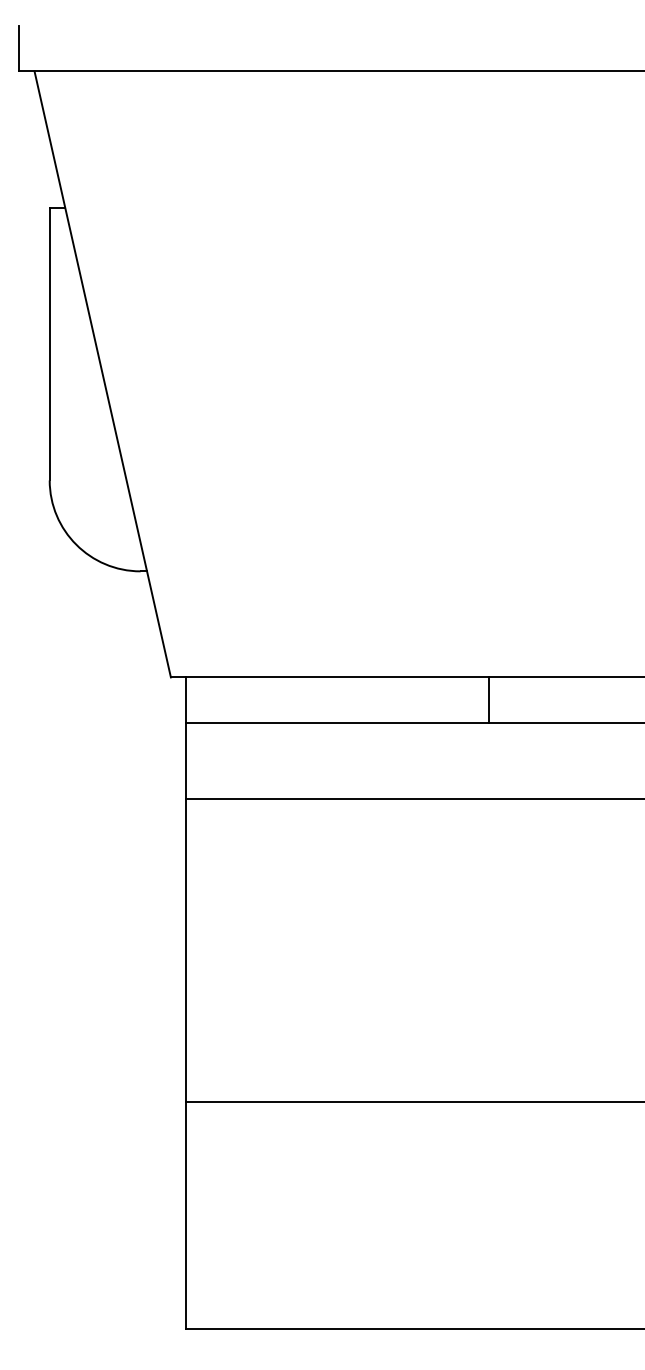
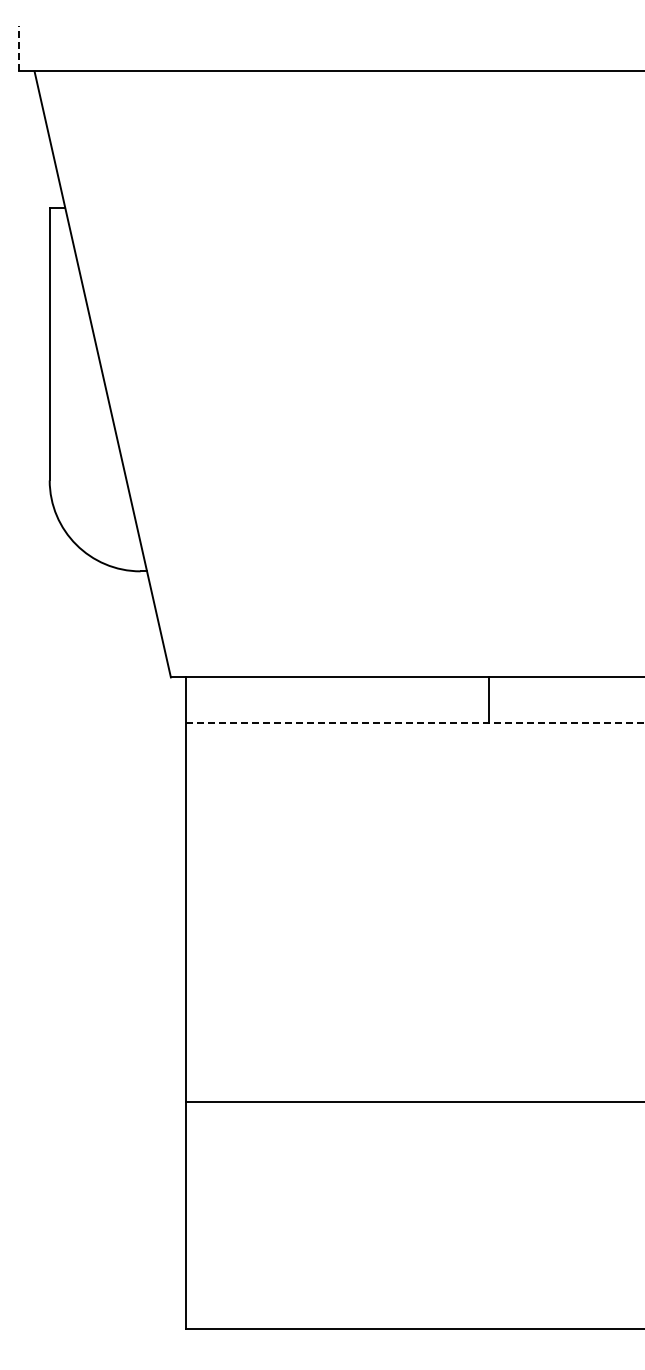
line at (19, 48): solid -> dashed
line at (415, 722): solid -> dashed
line at (413, 798): present -> none
